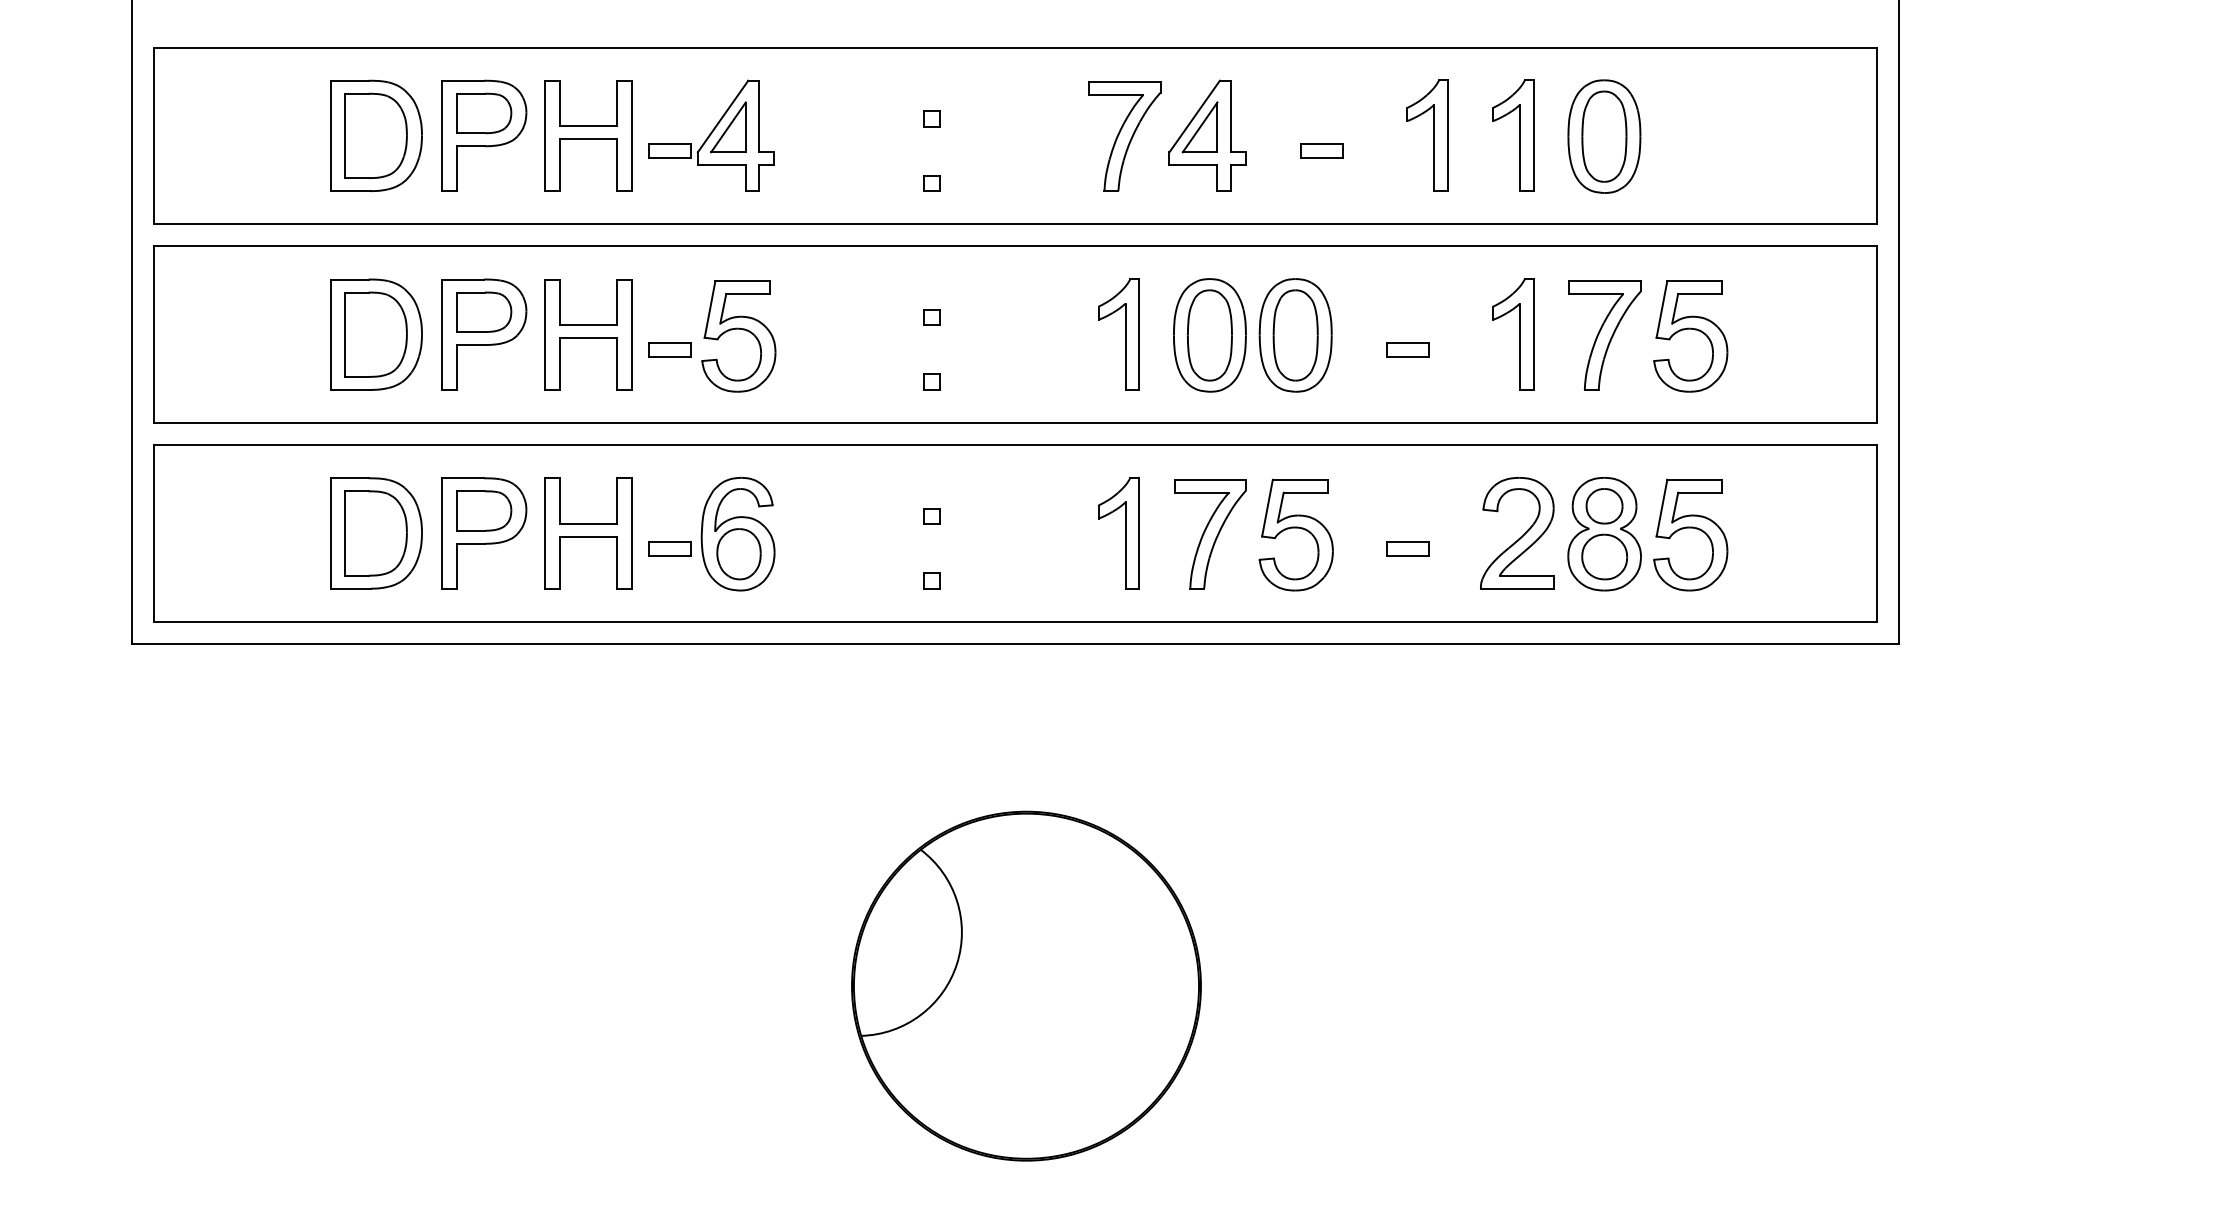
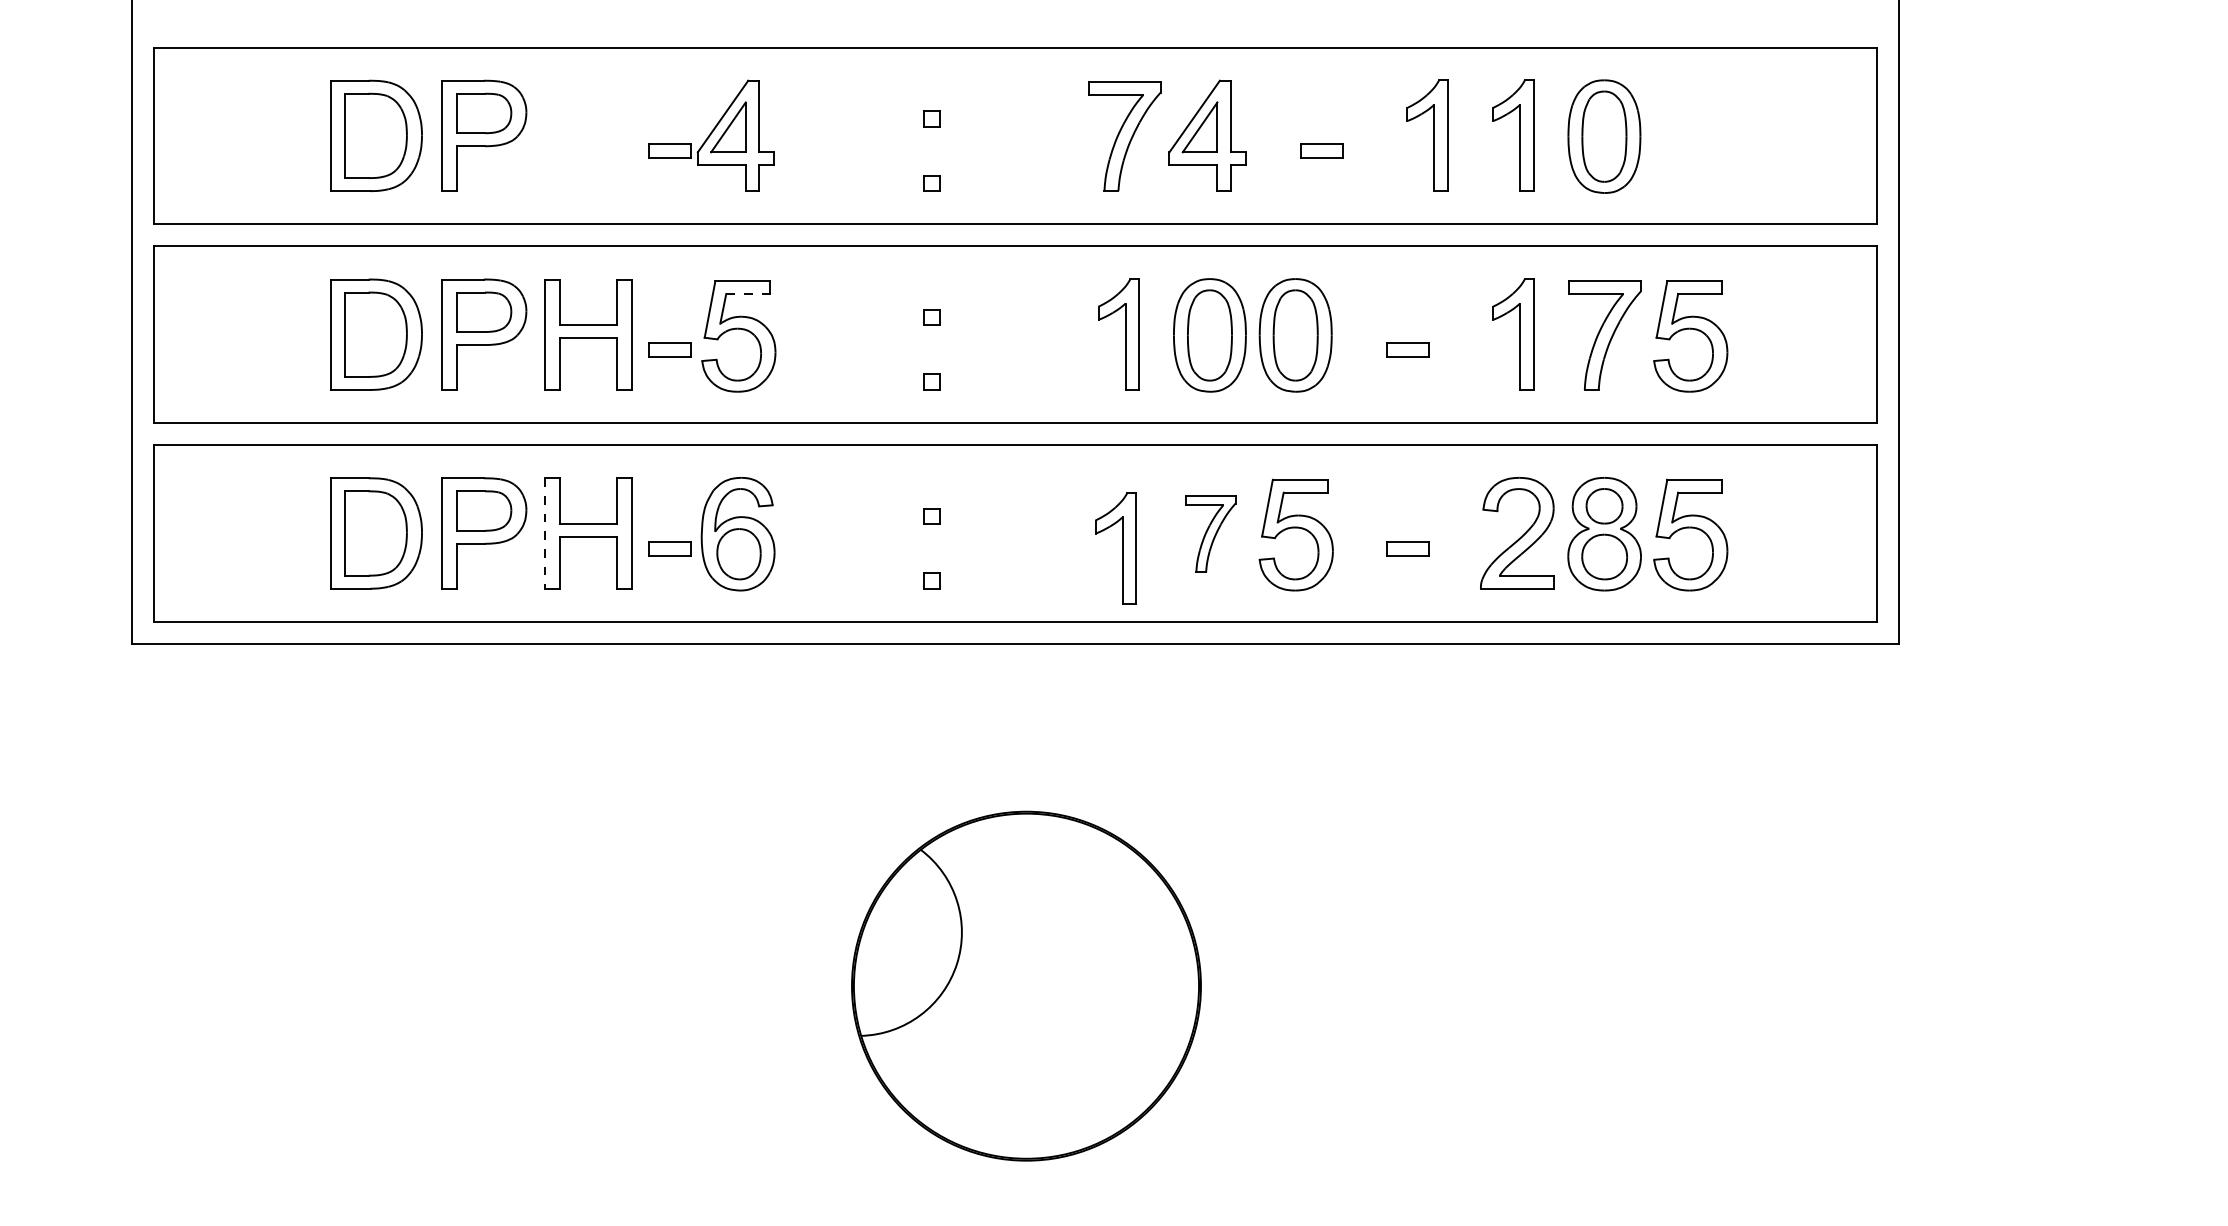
part at (588, 135): present -> none
line at (748, 293): solid -> dashed
part at (1125, 533) position: (1125, 533) -> (1122, 548)
line at (545, 534): solid -> dashed
part at (1210, 534) size: 73x111 px -> 52x78 px
